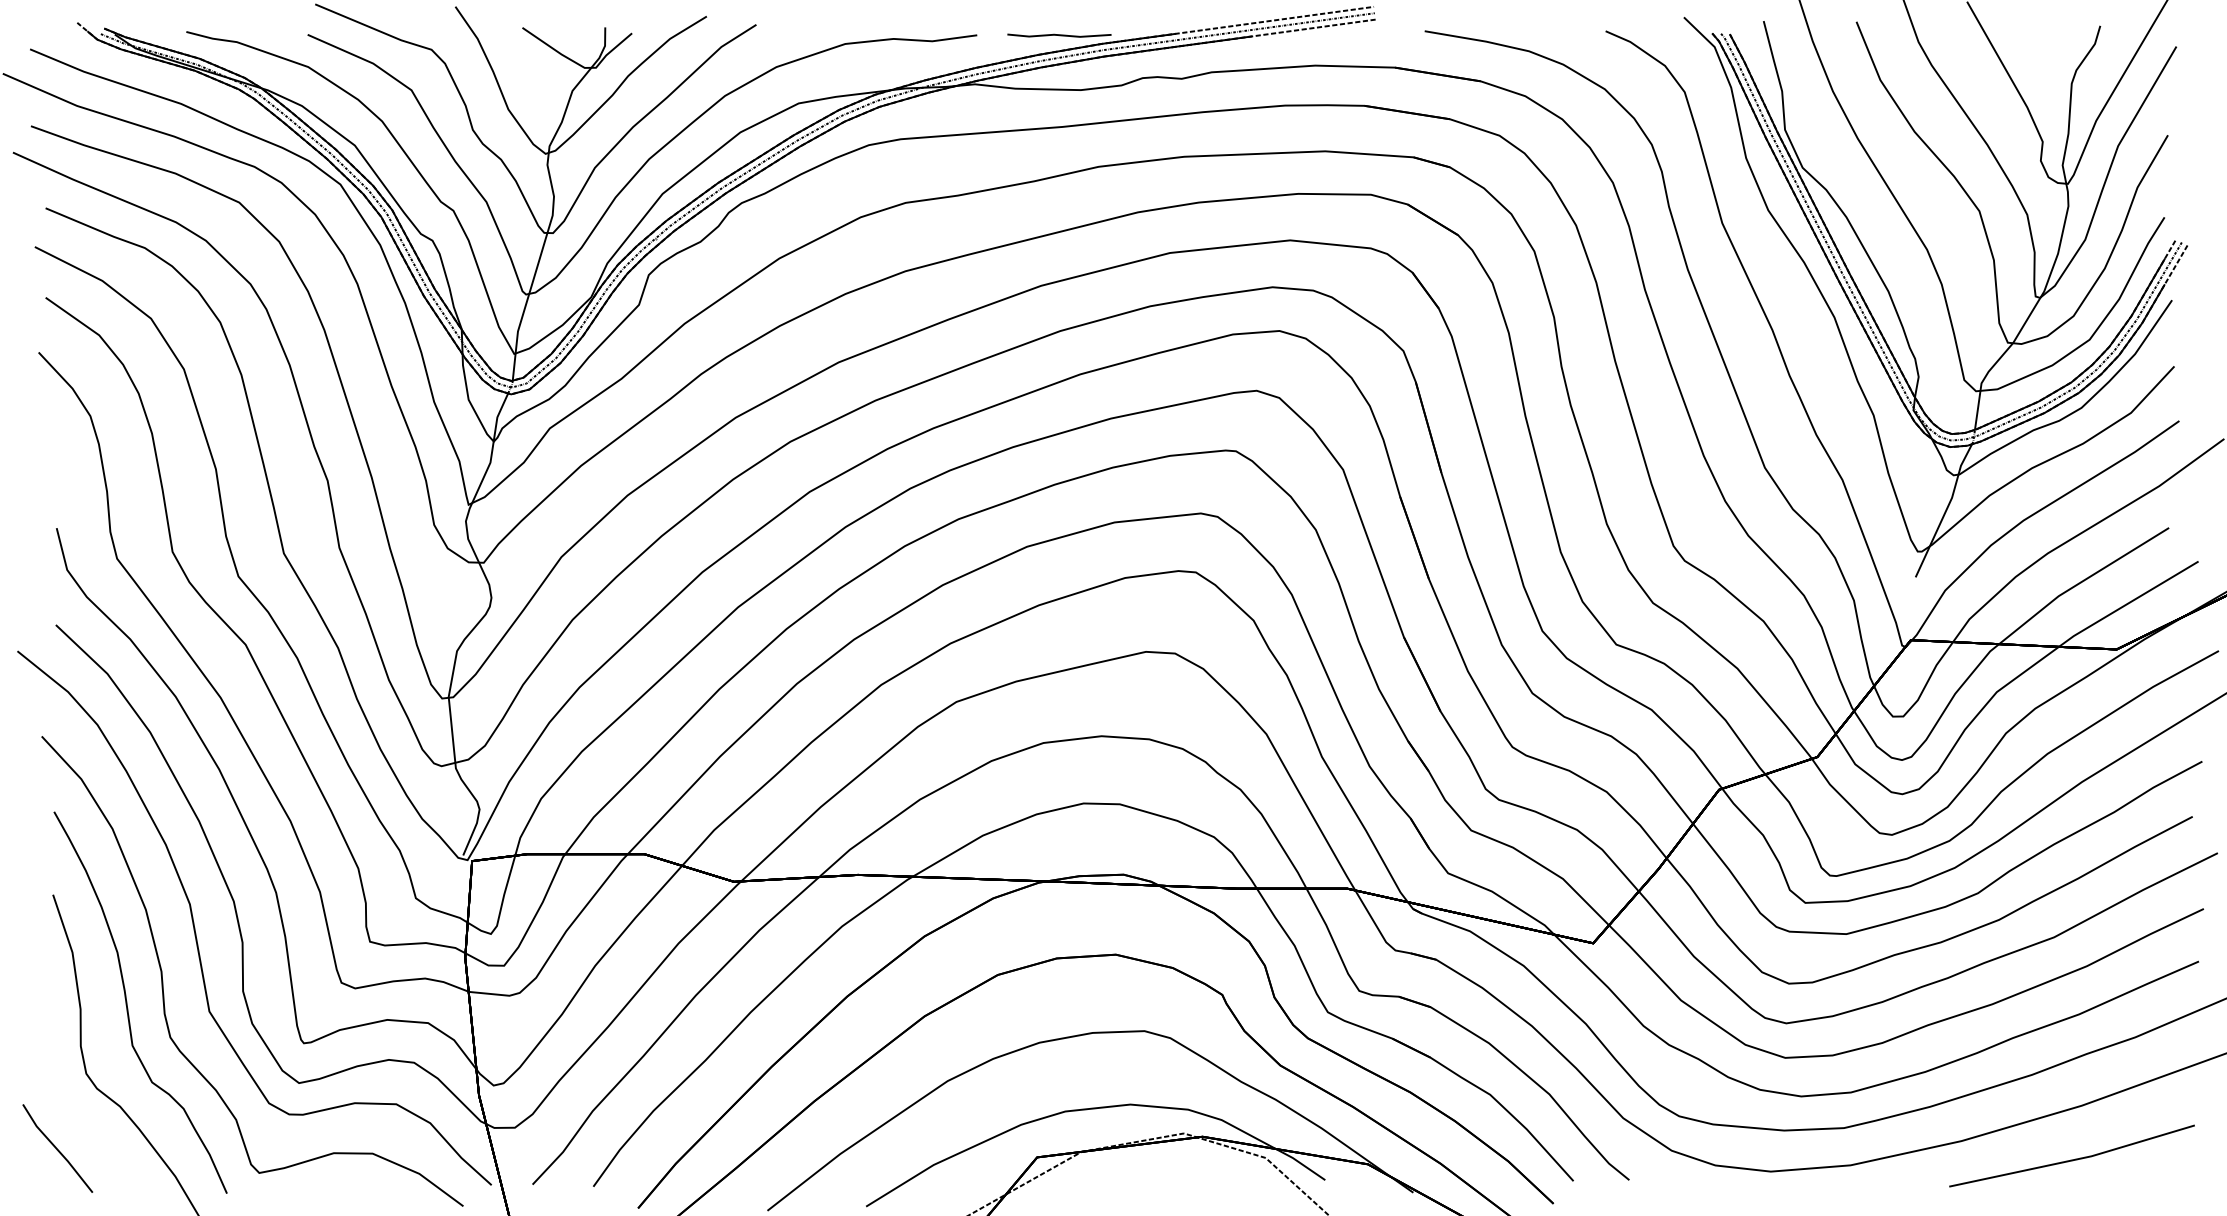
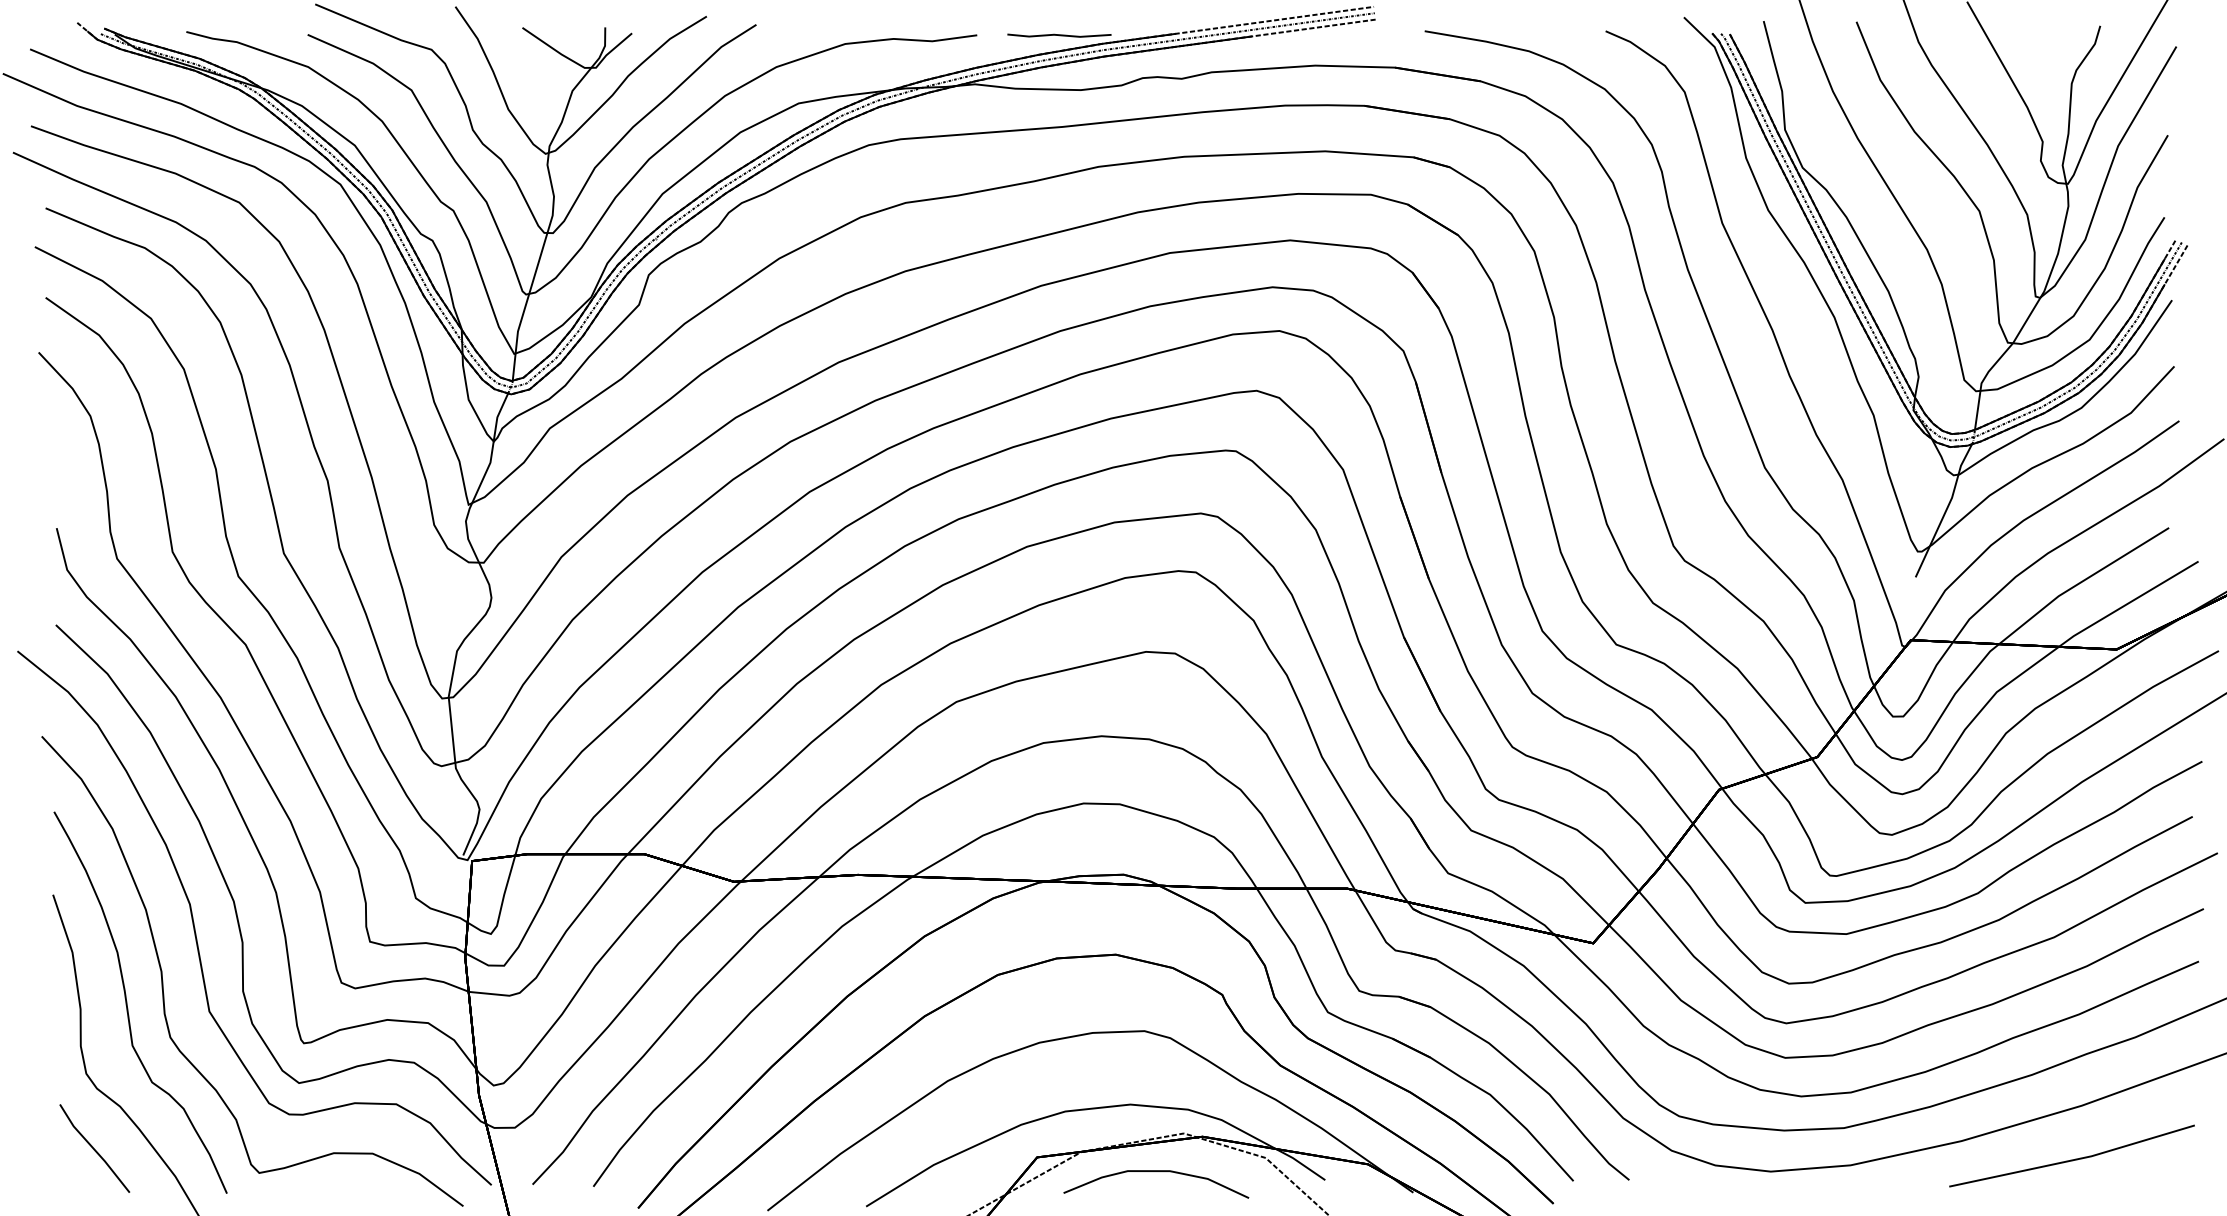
line at (57, 1148) position: (57, 1148) -> (94, 1148)
curve at (1156, 1171): none -> present
